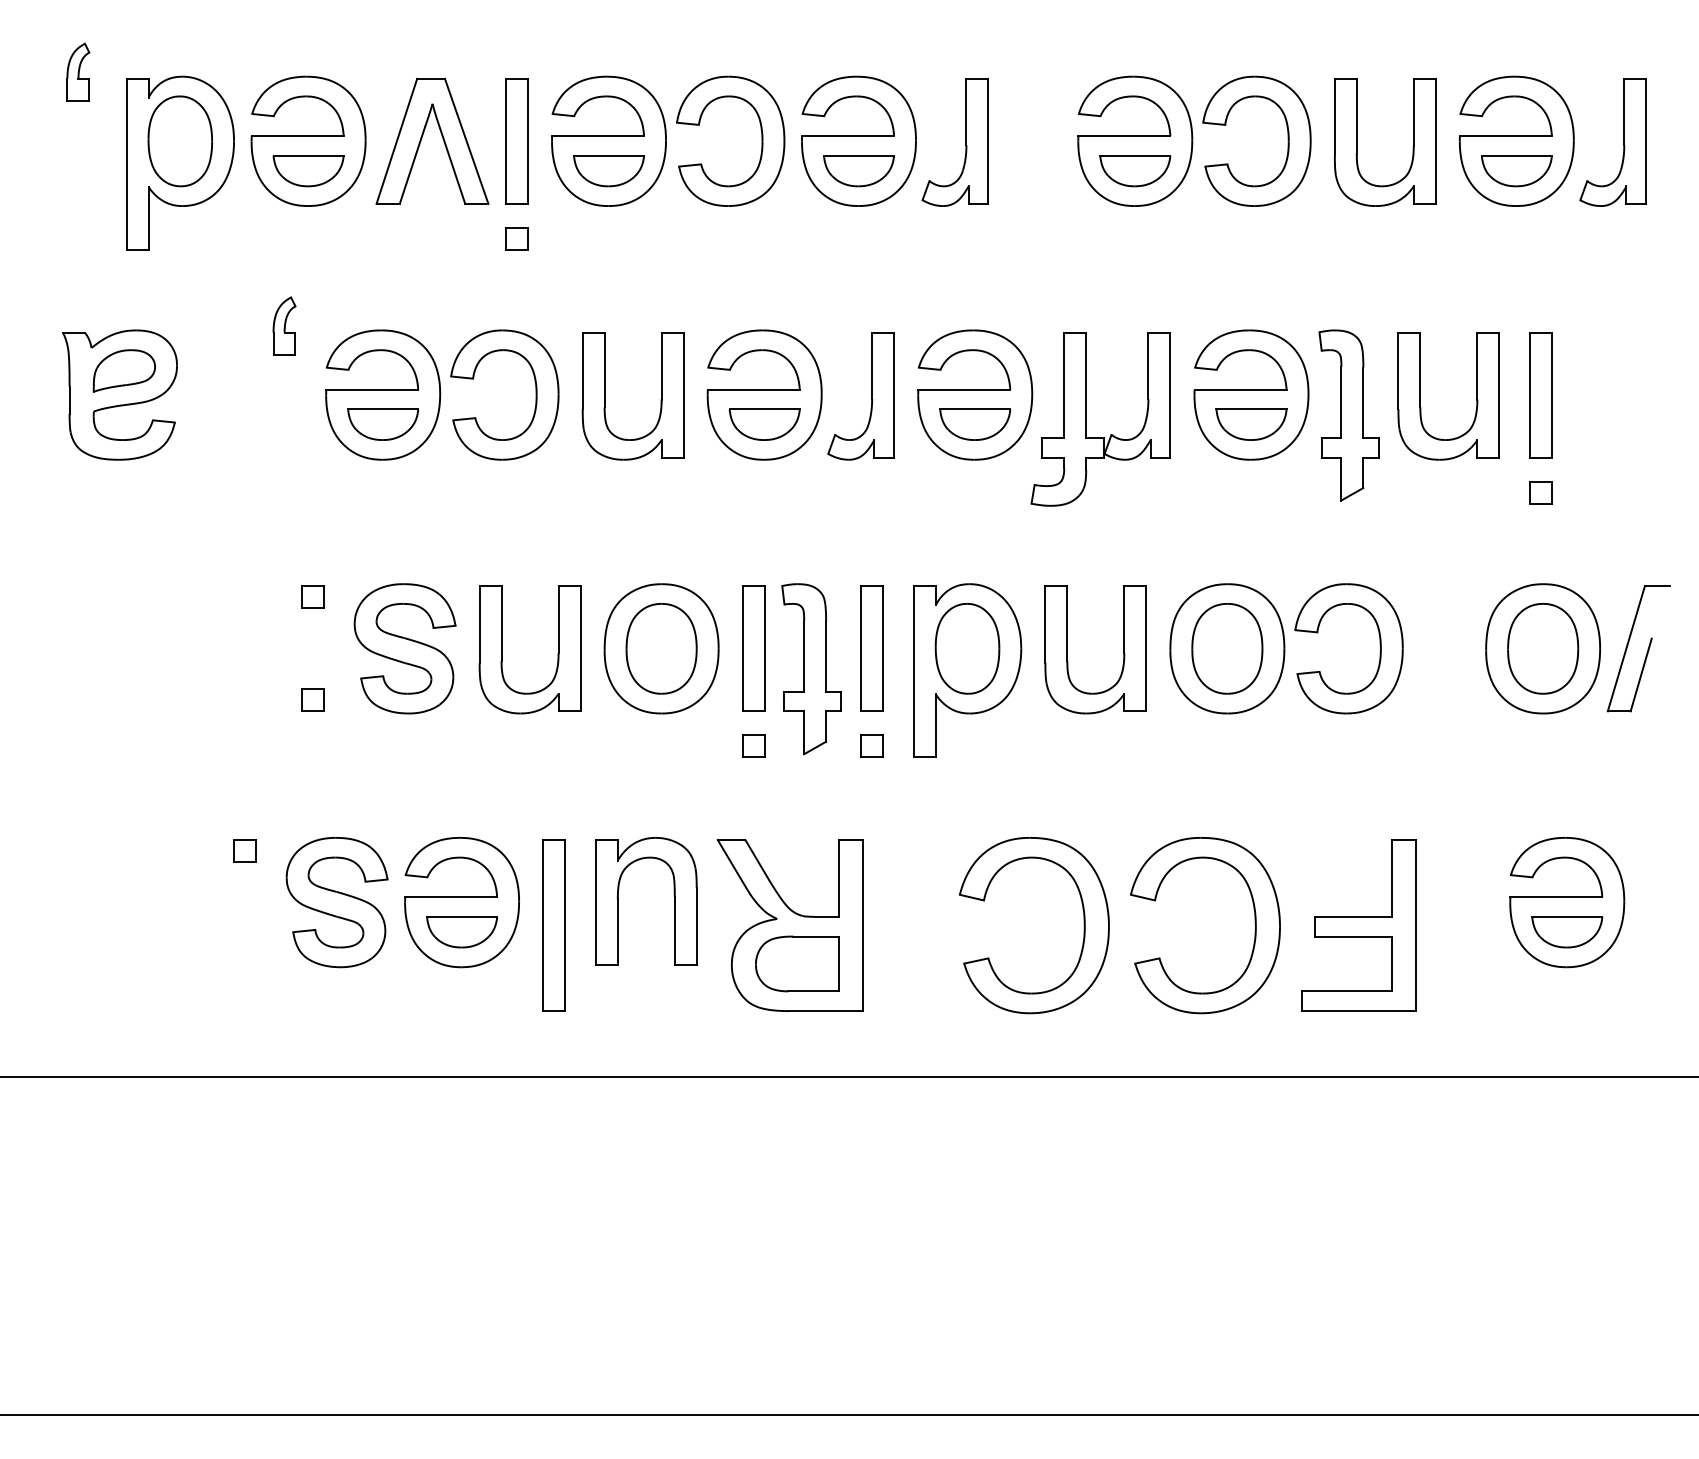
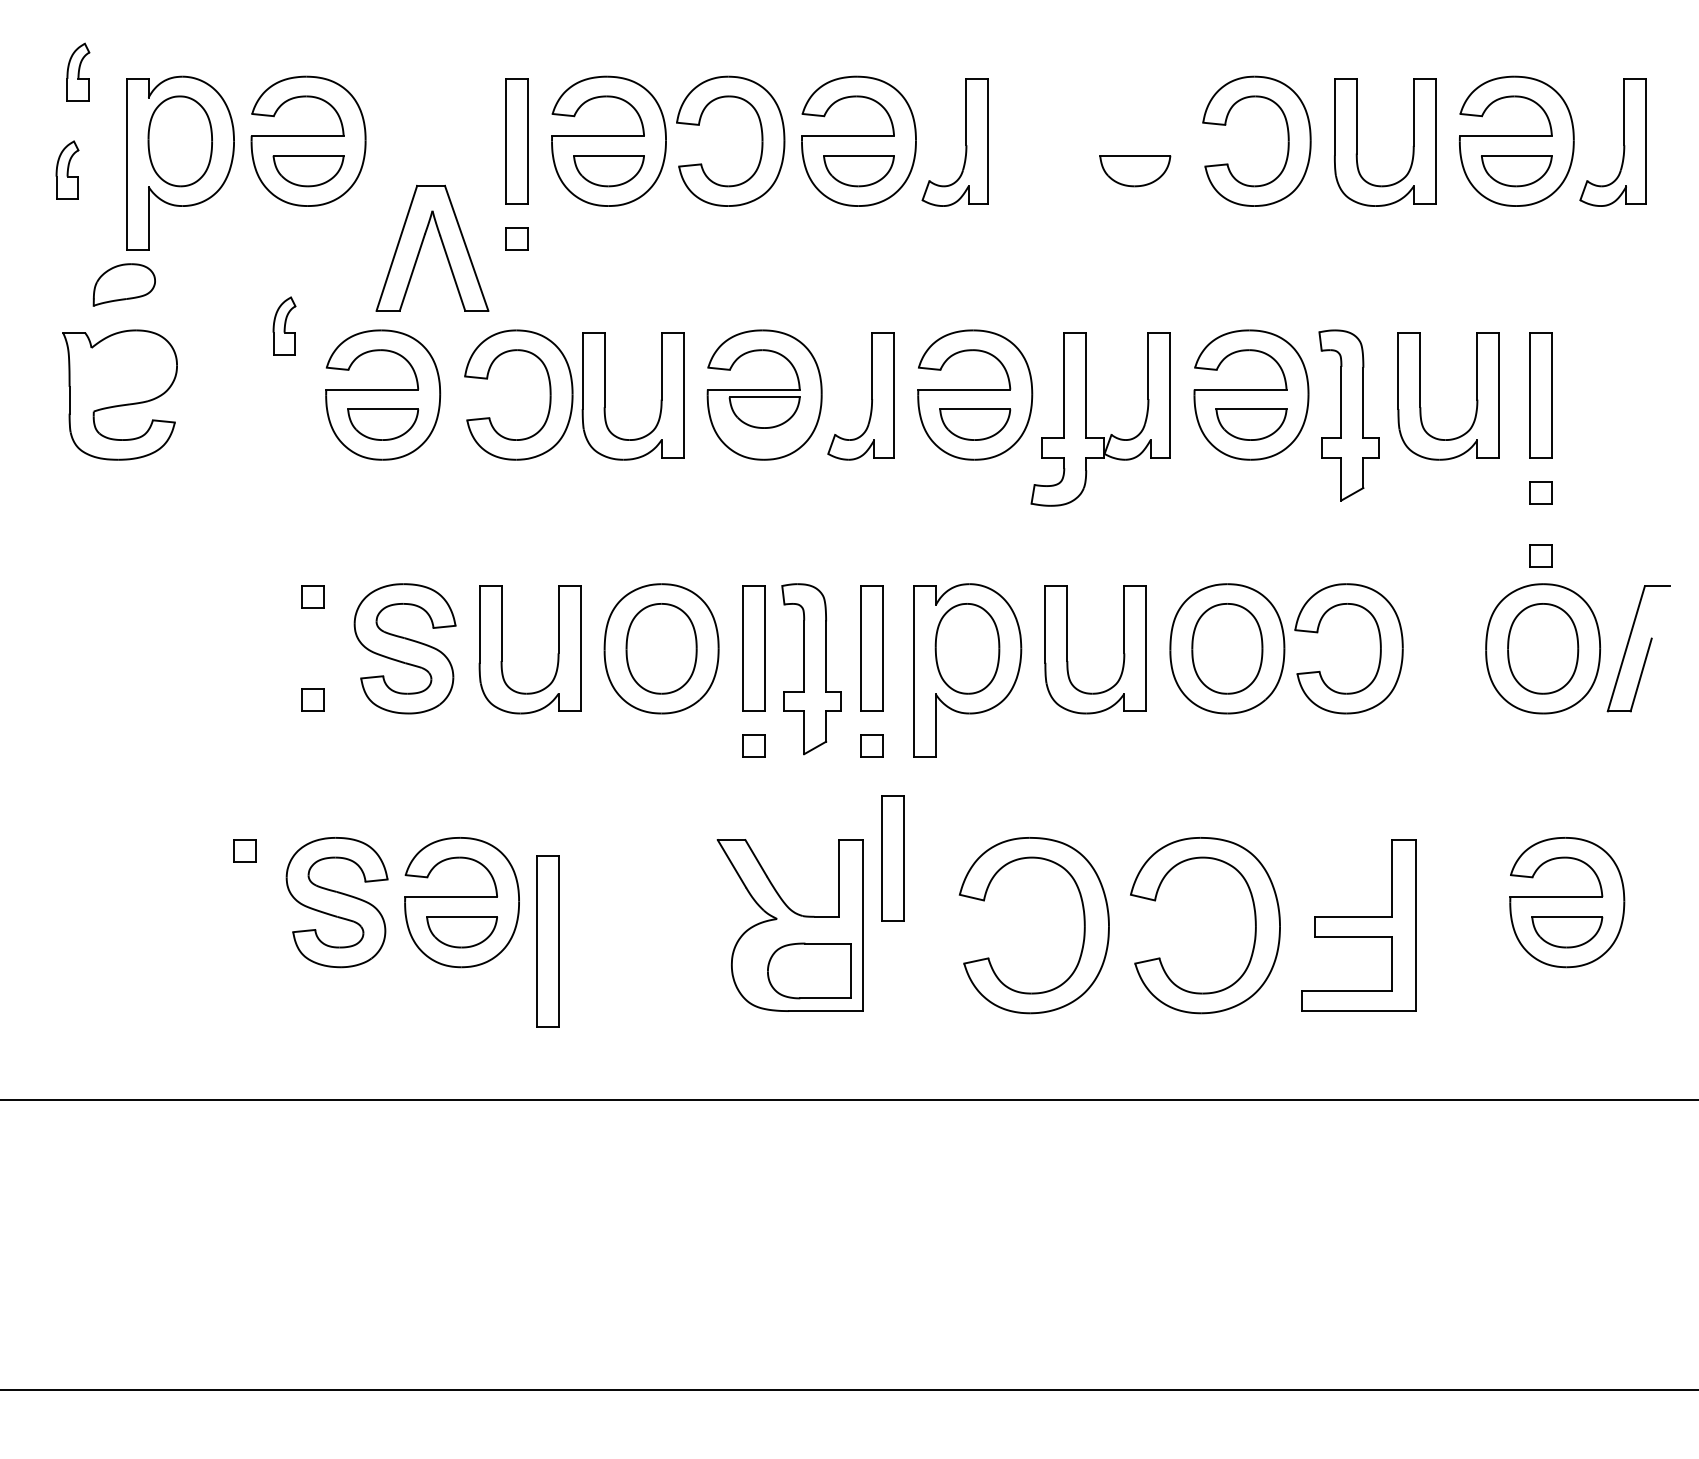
part at (441, 136) position: (441, 136) -> (441, 243)
part at (1135, 140): present -> none
part at (67, 169): none -> present
part at (123, 370) position: (123, 370) -> (123, 284)
part at (535, 394) position: (535, 394) -> (549, 394)
part at (764, 424) position: (764, 424) -> (764, 412)
part at (1540, 555): none -> present
part at (892, 858): none -> present
part at (673, 896): present -> none
part at (553, 925) position: (553, 925) -> (547, 941)
part at (797, 963) position: (797, 963) -> (809, 970)
line at (848, 1076) position: (848, 1076) -> (848, 1099)
line at (848, 1415) position: (848, 1415) -> (848, 1390)
